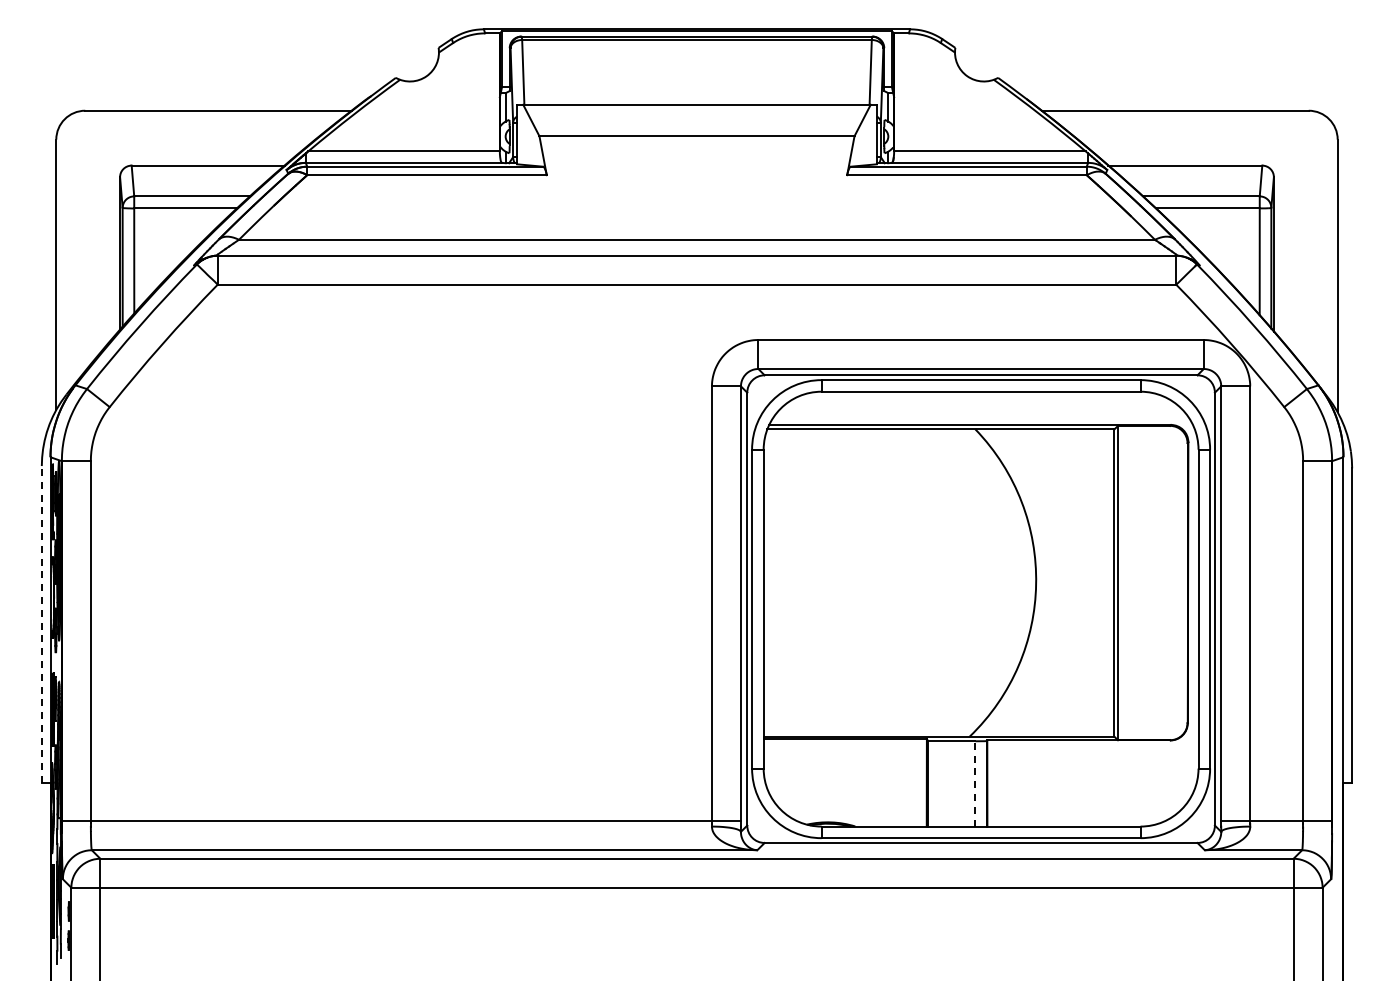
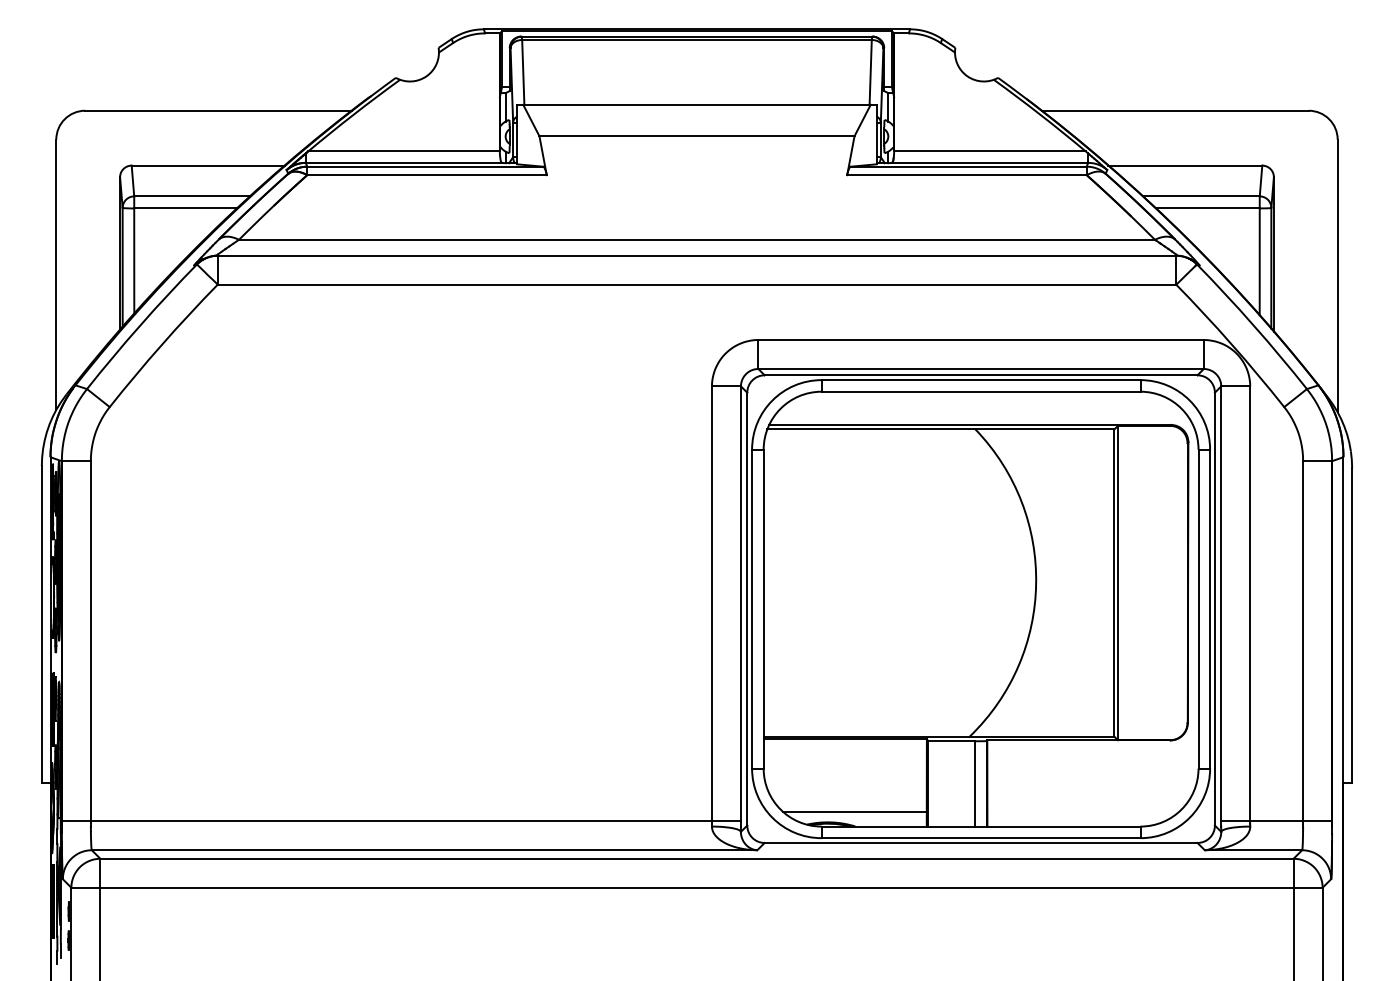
line at (41, 624): dashed -> solid
line at (975, 783): dashed -> solid
line at (854, 812): none -> present
